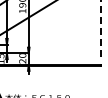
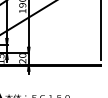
line at (100, 30): dashed -> solid
